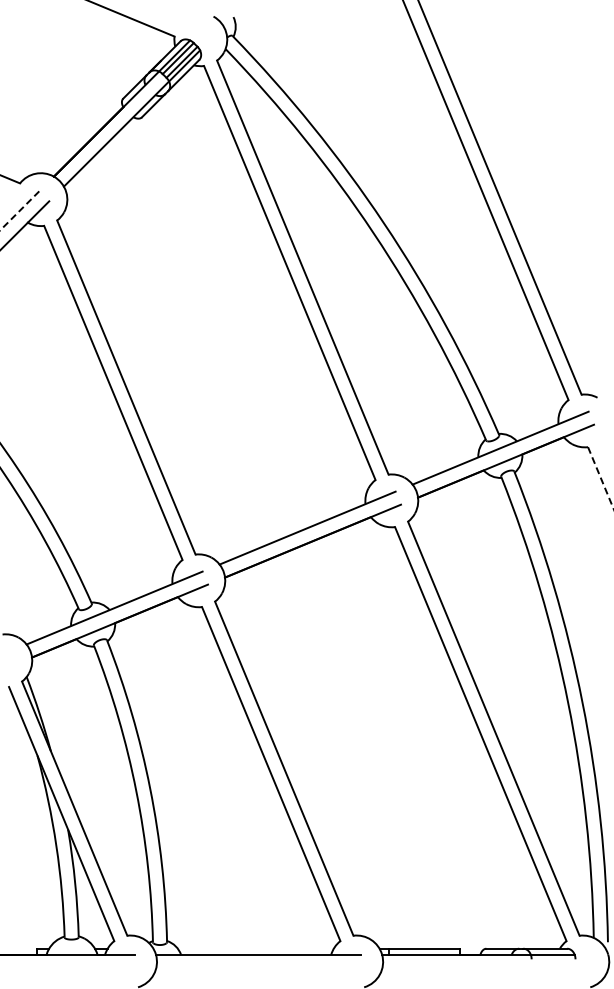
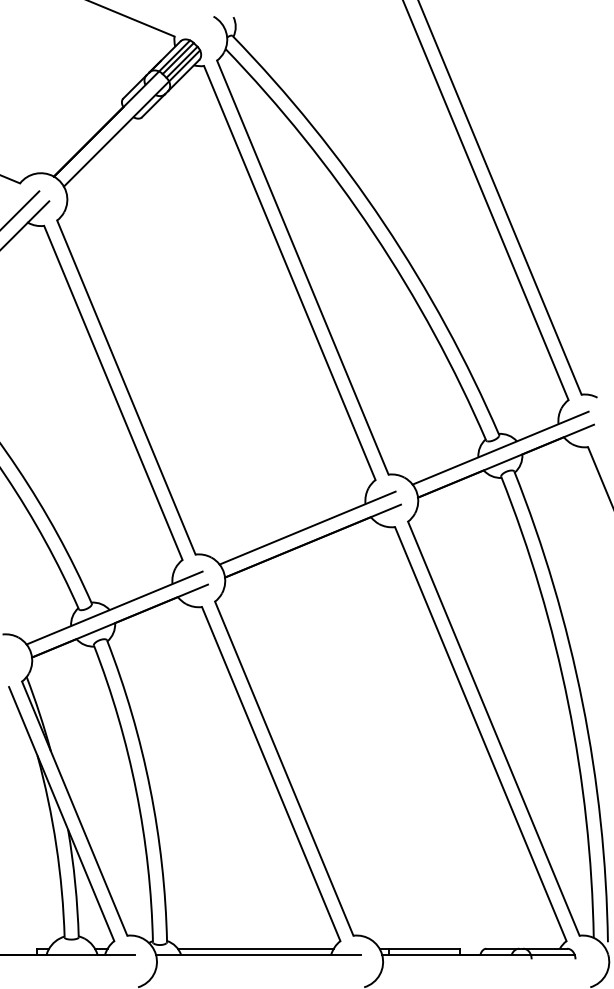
line at (19, 211): dashed -> solid
line at (601, 478): dashed -> solid
line at (255, 948): none -> present
